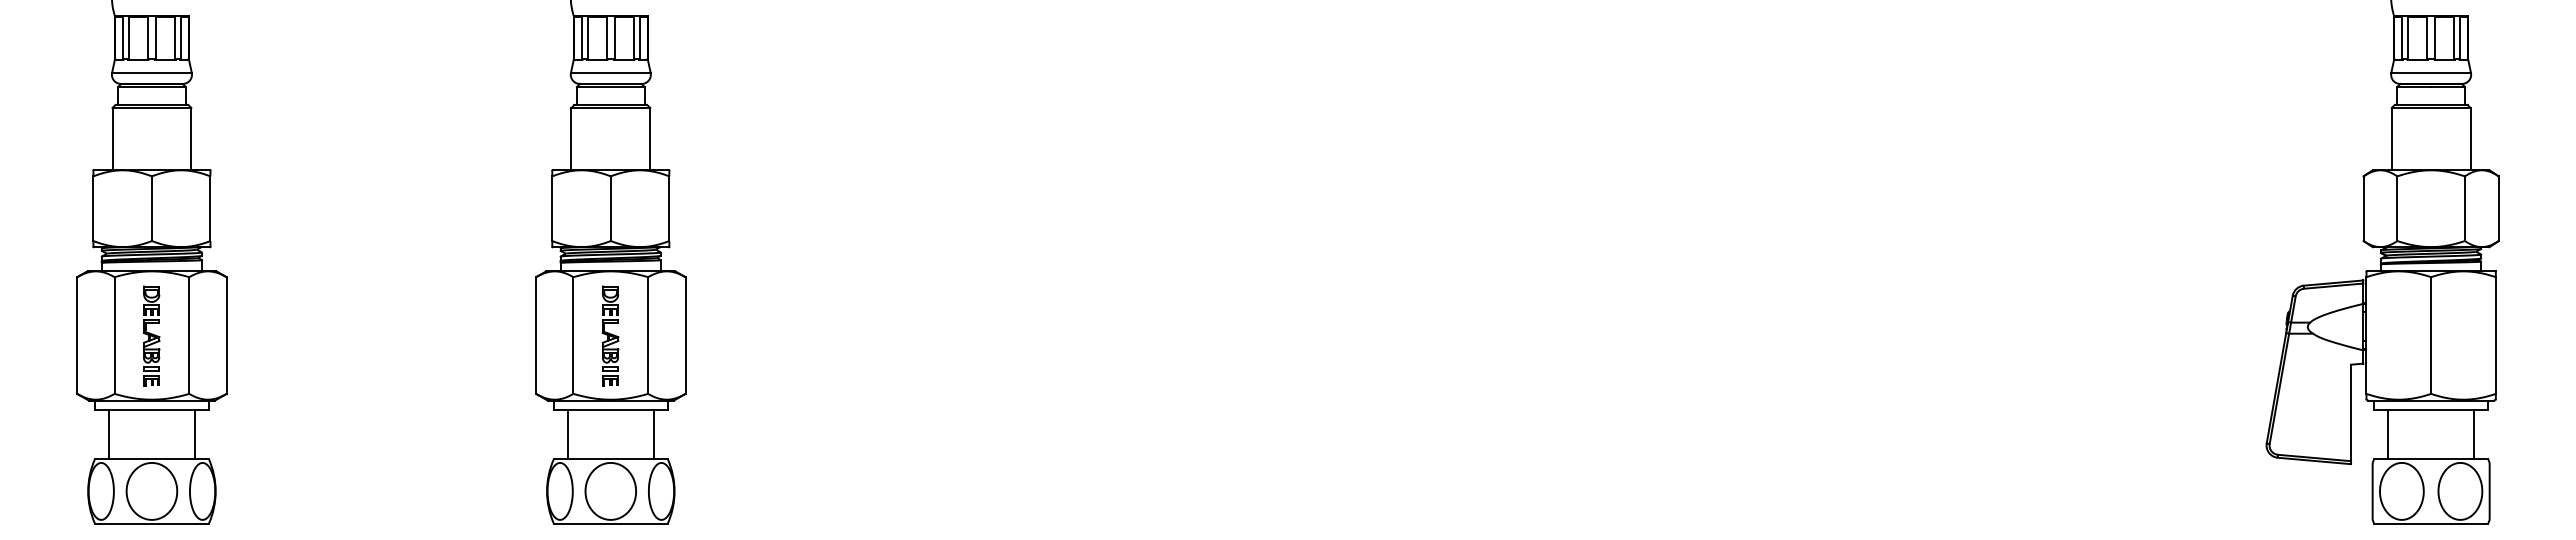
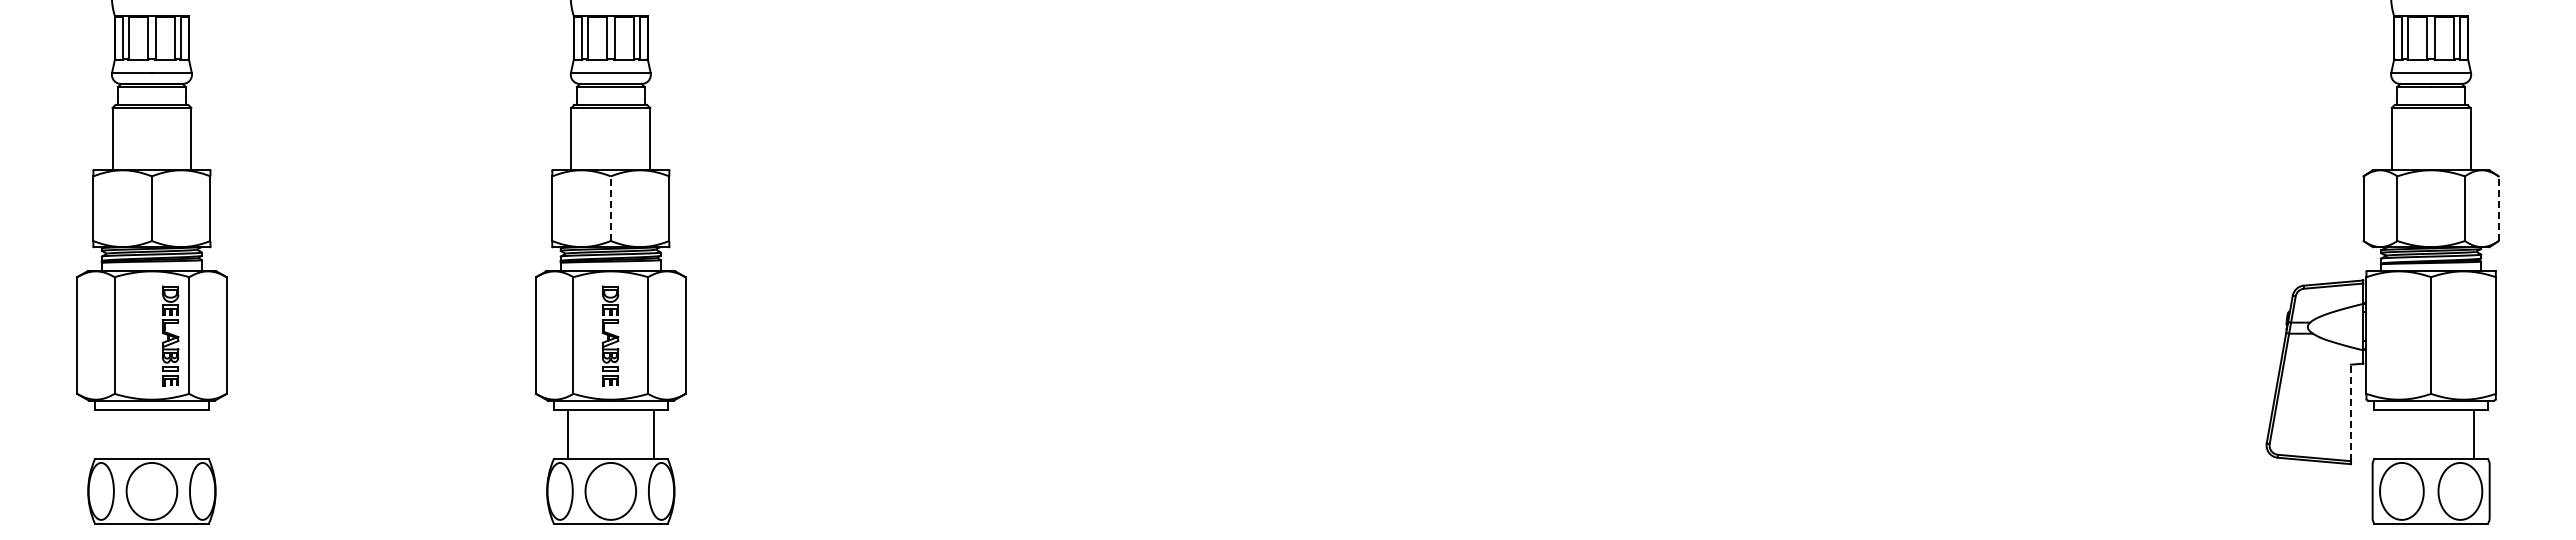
line at (610, 208): solid -> dashed
line at (2498, 208): solid -> dashed
part at (151, 335) position: (151, 335) -> (170, 335)
line at (2351, 412): solid -> dashed
line at (109, 434): present -> none
line at (194, 434): present -> none
line at (2388, 434): present -> none
